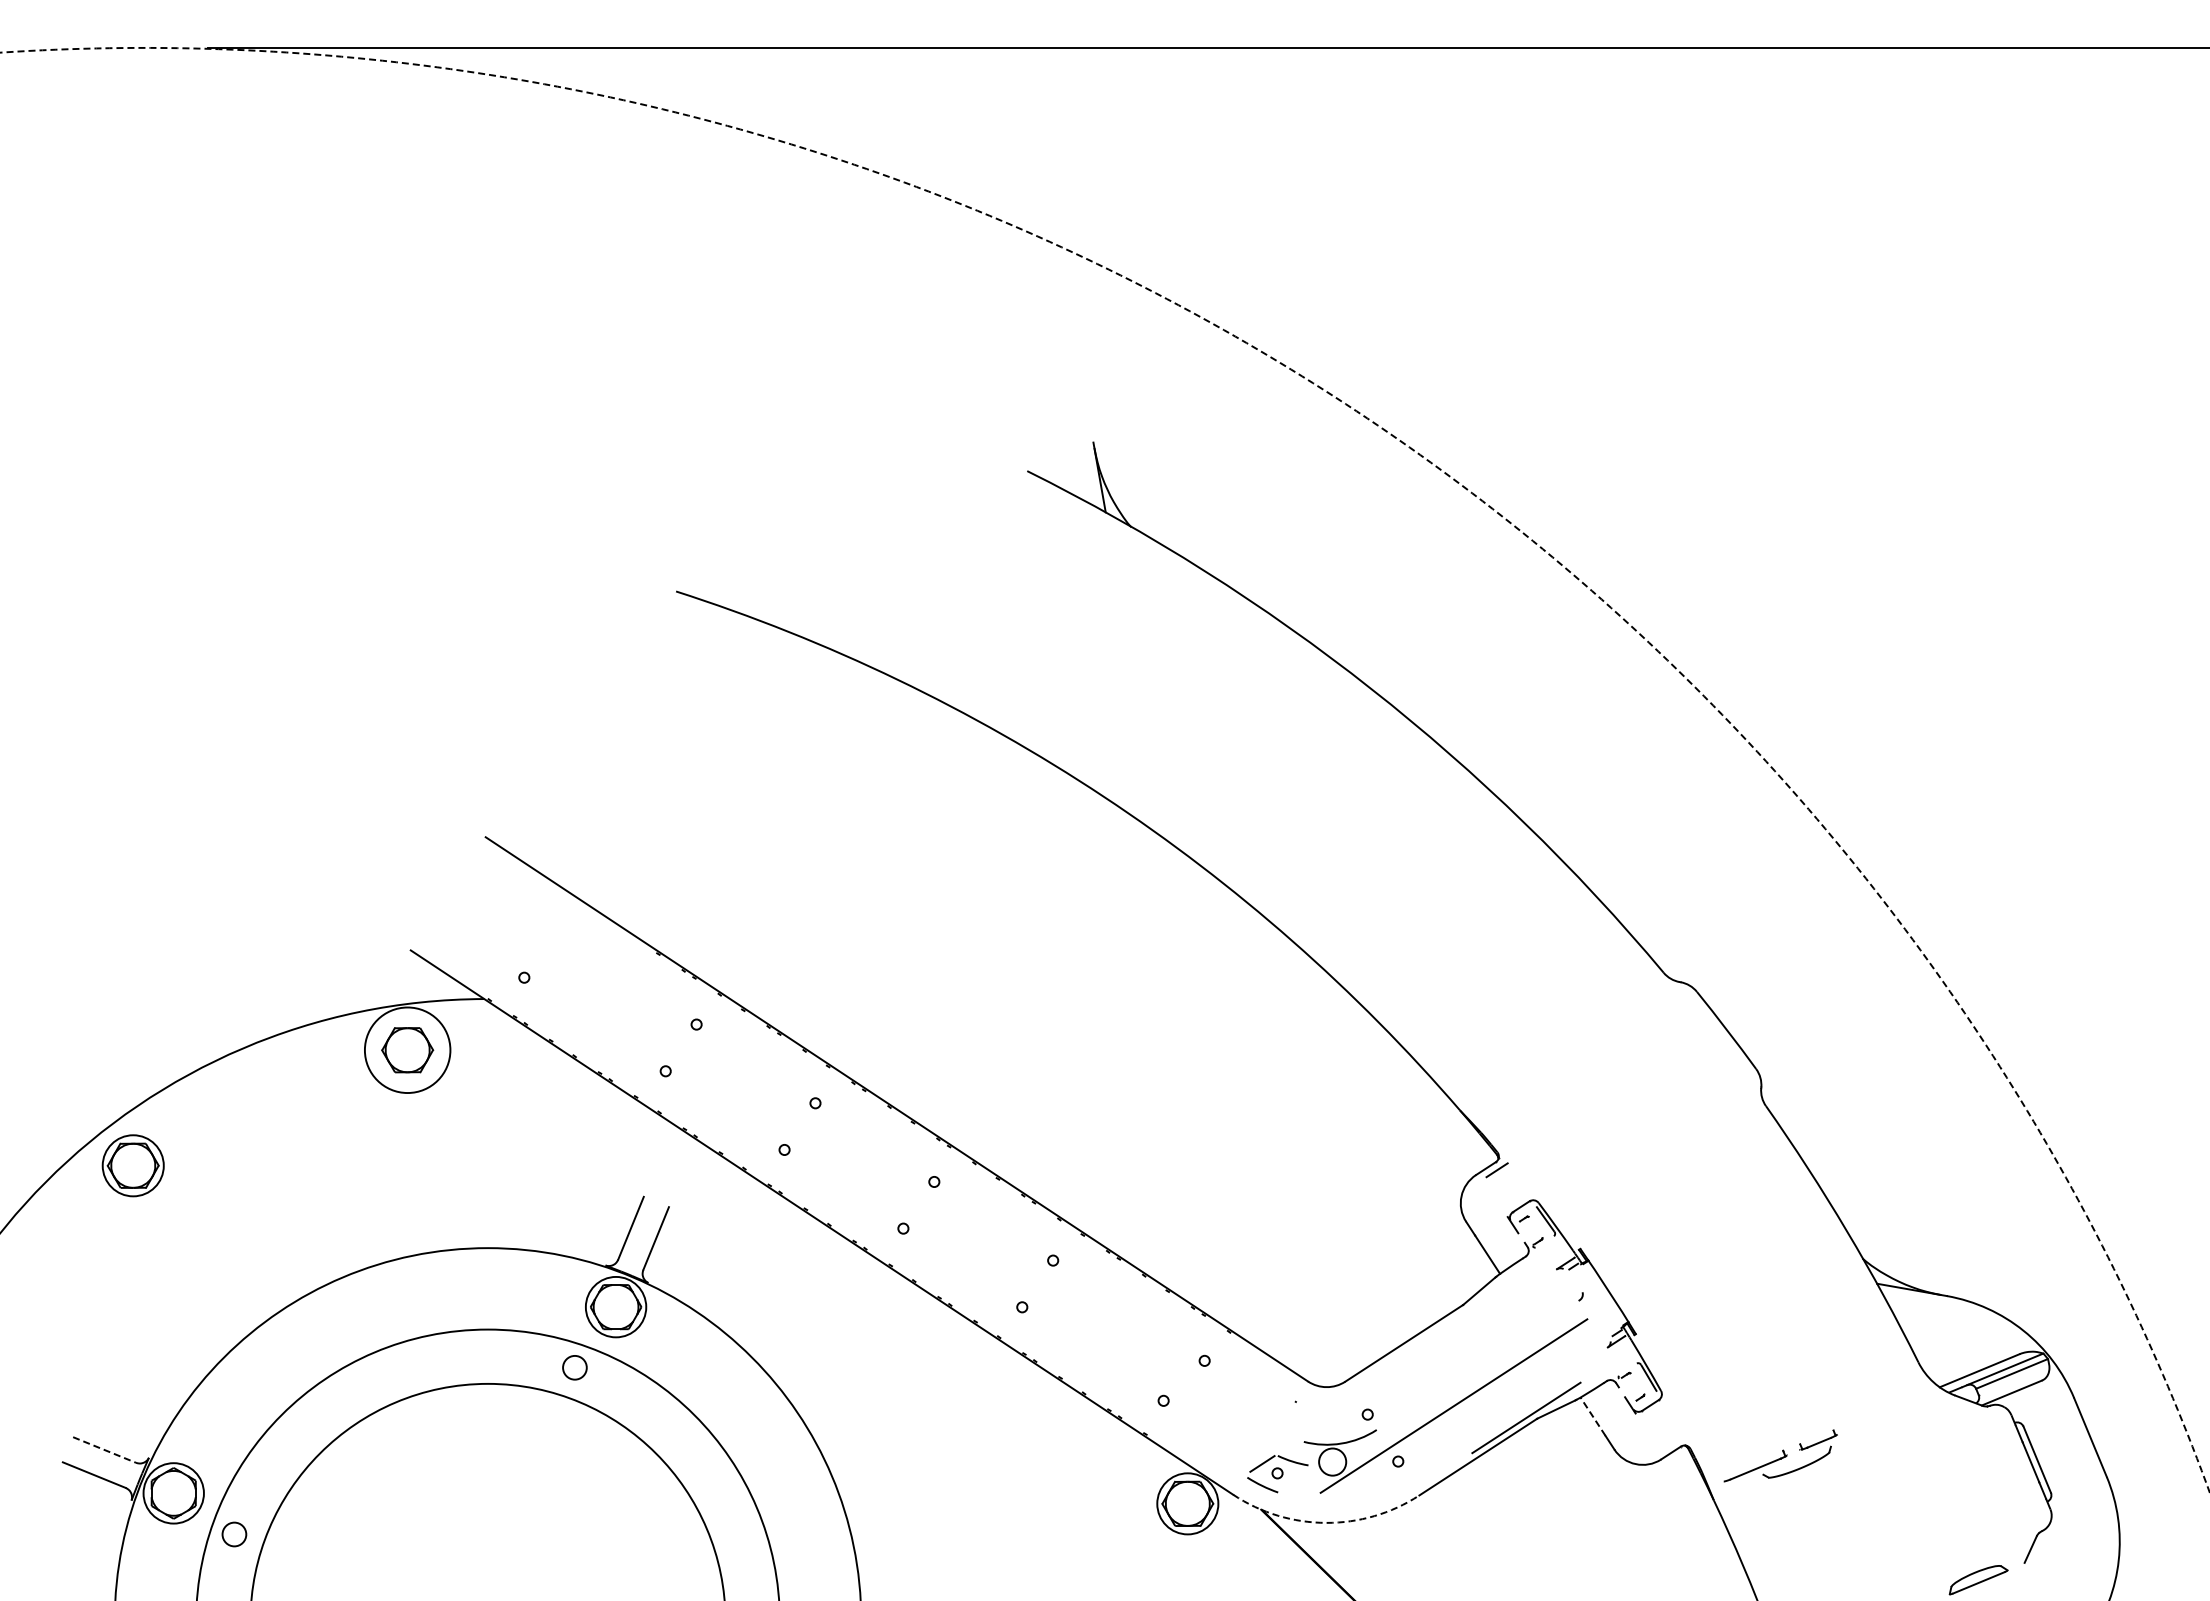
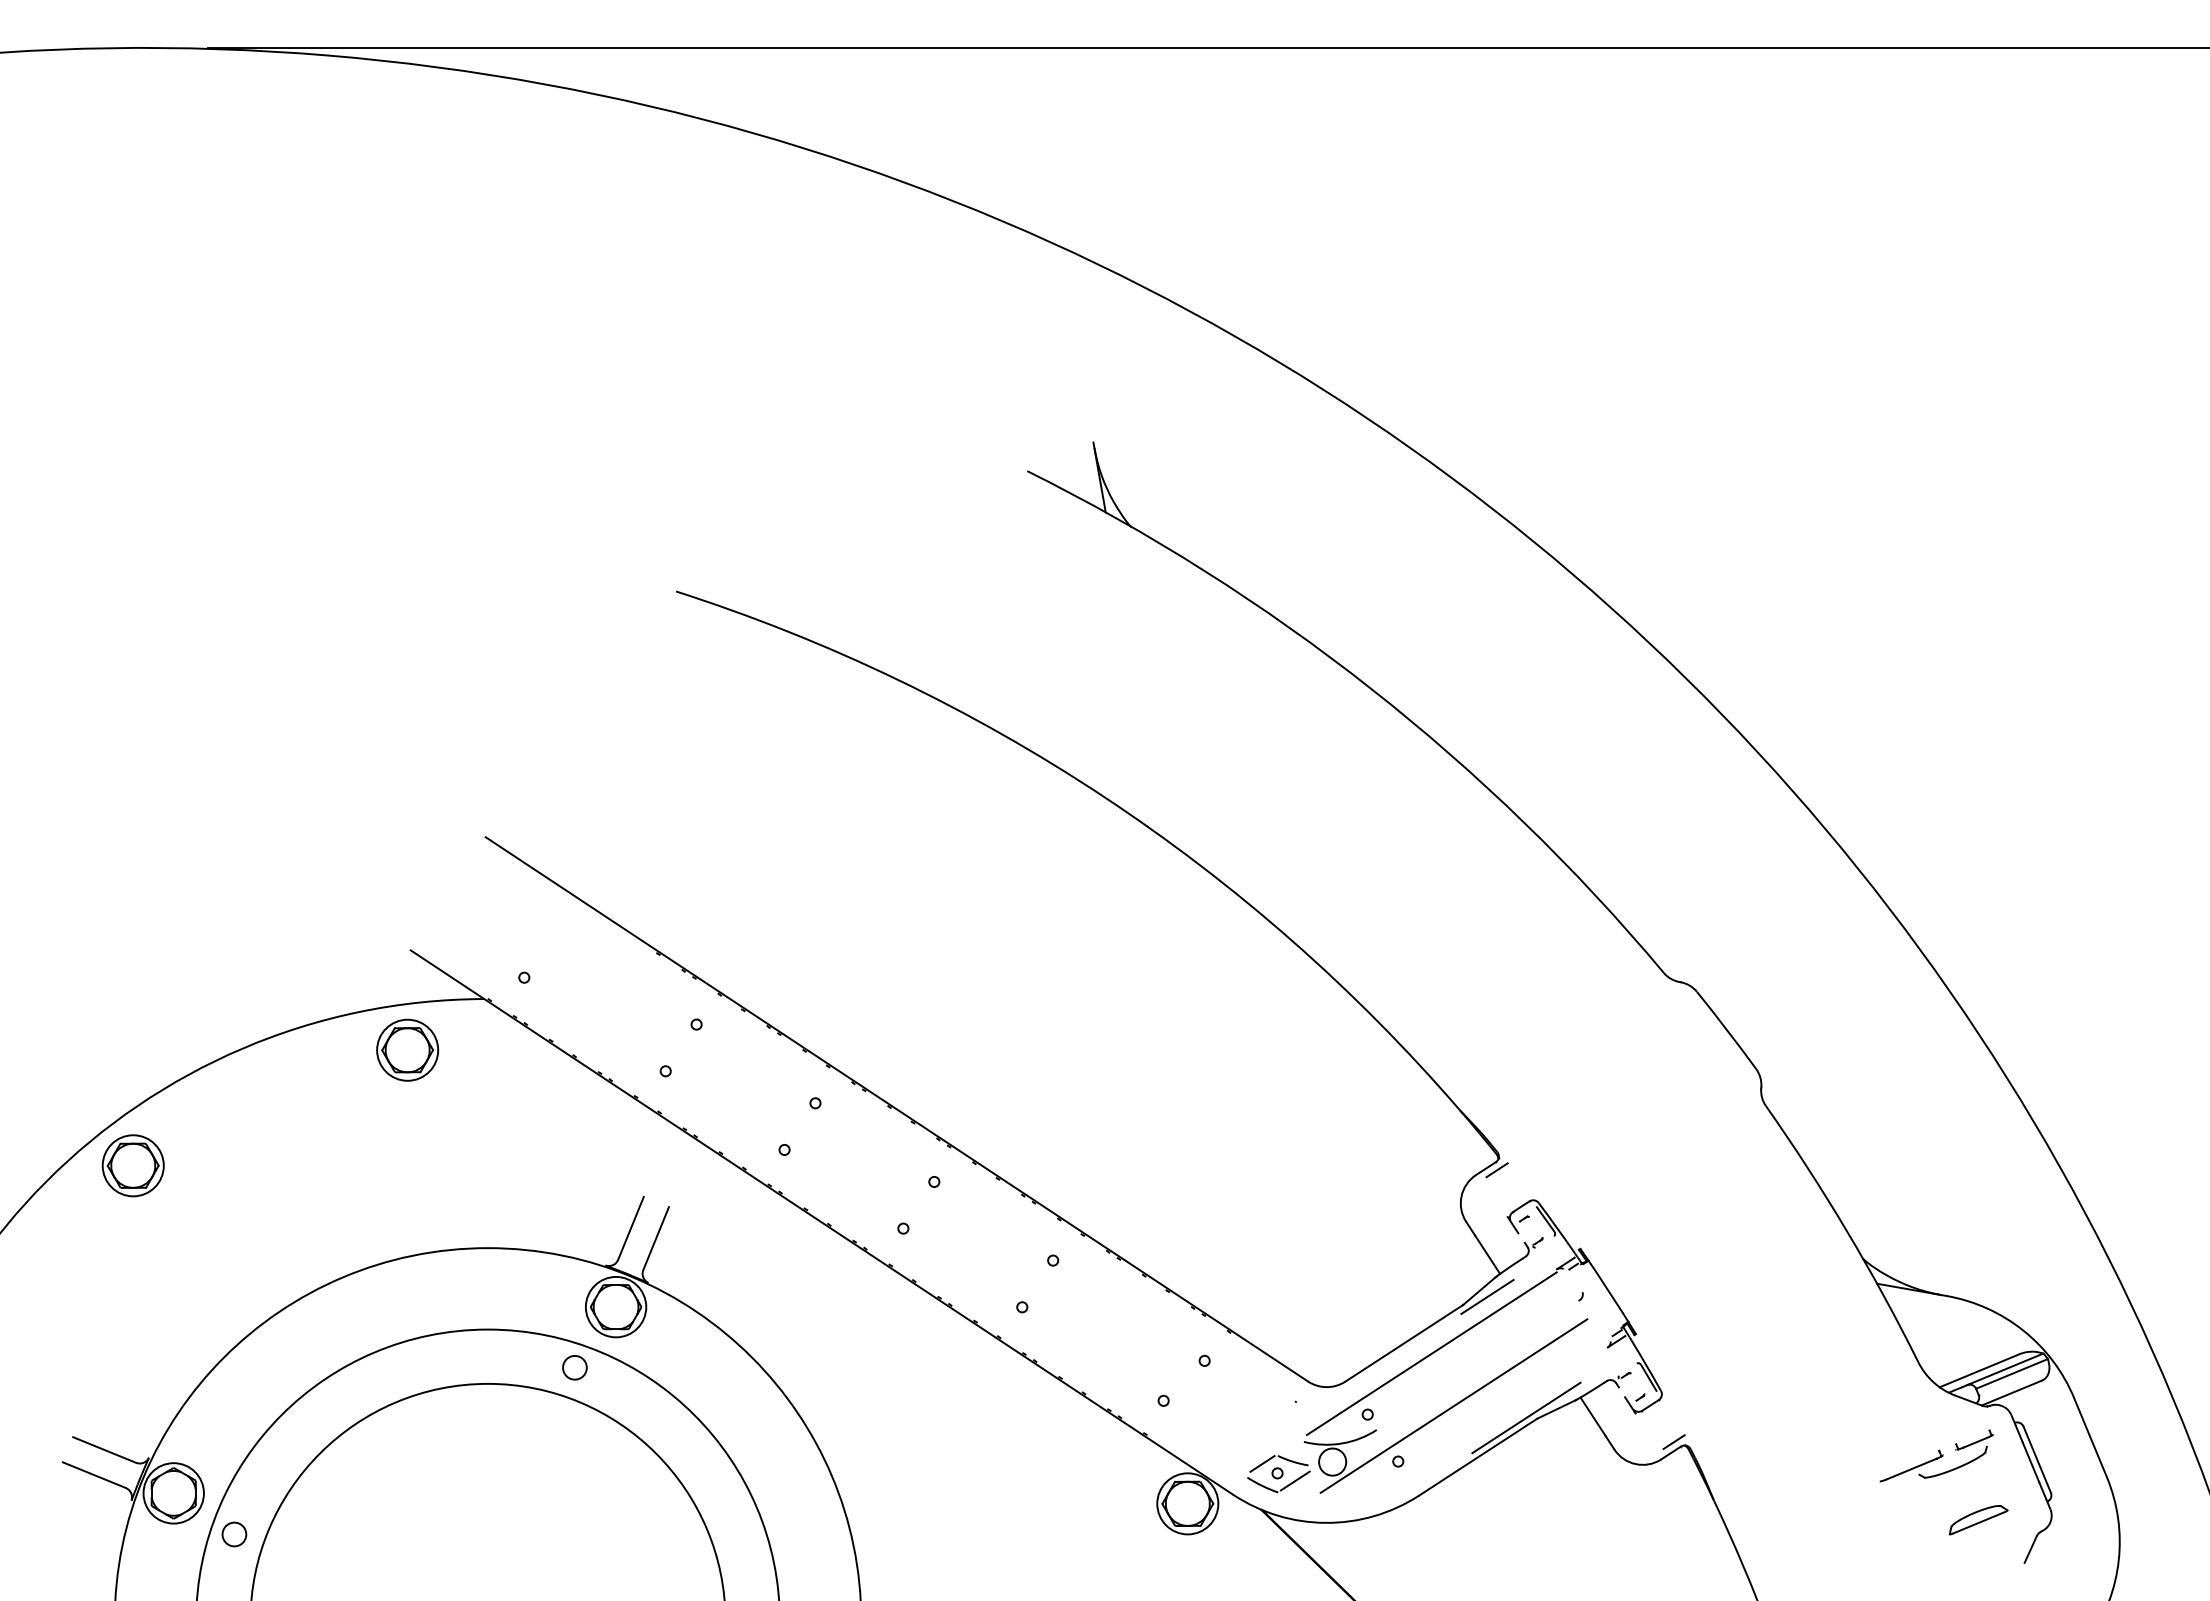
arc at (1335, 397): dashed -> solid
circle at (407, 1050) diameter: 86 px -> 61 px
line at (1487, 1296): none -> present
line at (1431, 1353): none -> present
line at (1593, 1416): dashed -> solid
line at (1673, 1442): none -> present
line at (104, 1449): dashed -> solid
part at (1780, 1455) position: (1780, 1455) -> (1936, 1455)
line at (1294, 1480): none -> present
arc at (1326, 1522): dashed -> solid
part at (1978, 1580) position: (1978, 1580) -> (1978, 1520)
